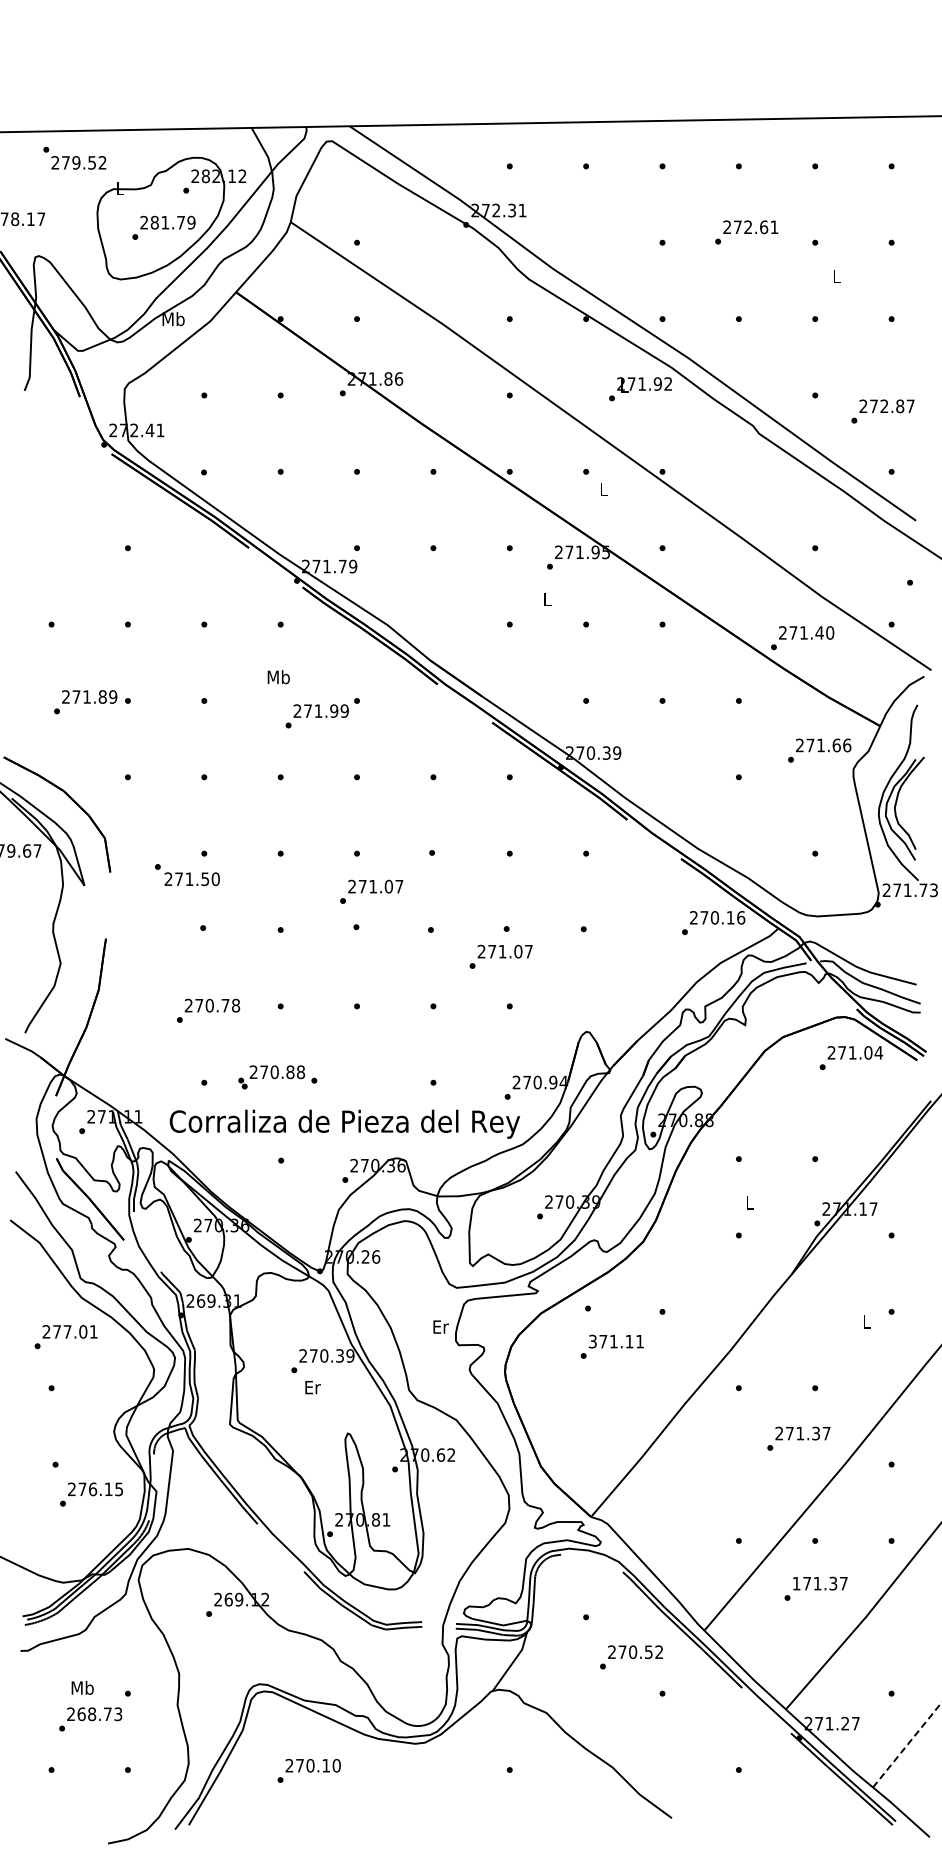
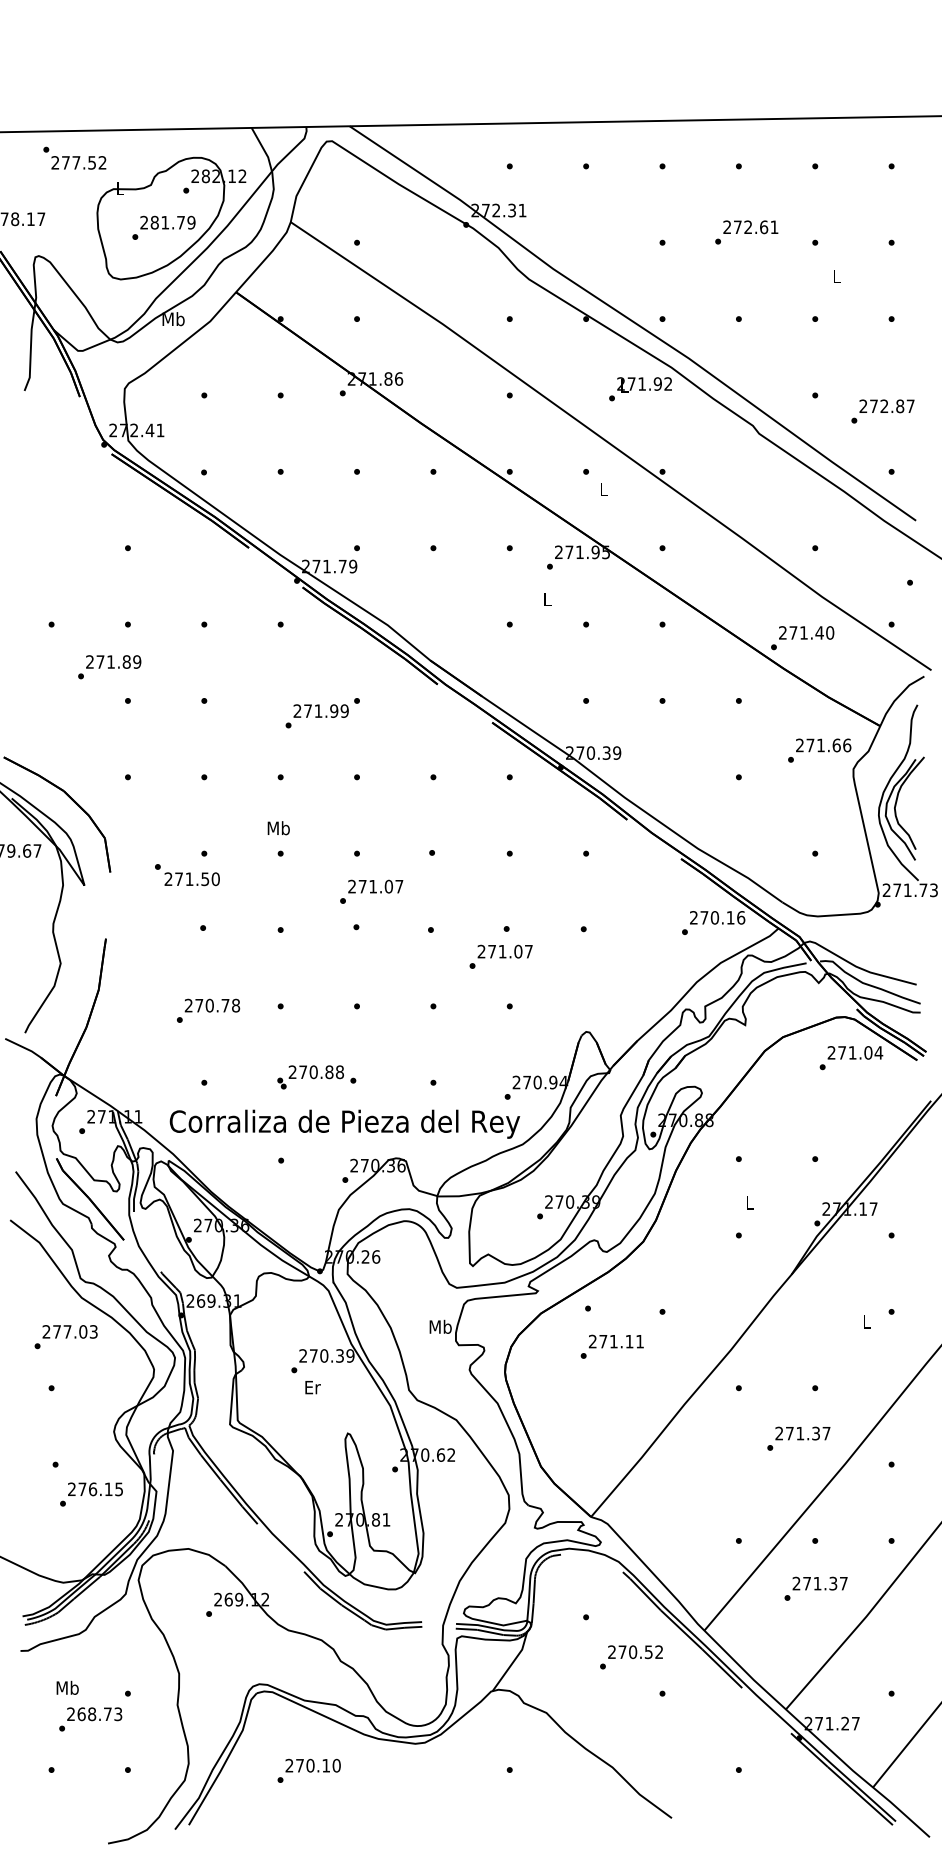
text at (76, 162): 279.52 -> 277.52
text at (278, 677) position: (278, 677) -> (278, 828)
text at (85, 702) position: (85, 702) -> (109, 667)
text at (277, 1077) position: (277, 1077) -> (316, 1077)
text at (440, 1326): Er -> Mb
text at (93, 1331): 277.01 -> 277.03
text at (592, 1341): 371.11 -> 271.11
text at (796, 1583): 171.37 -> 271.37
text at (82, 1687) position: (82, 1687) -> (67, 1687)
line at (907, 1744): dashed -> solid
